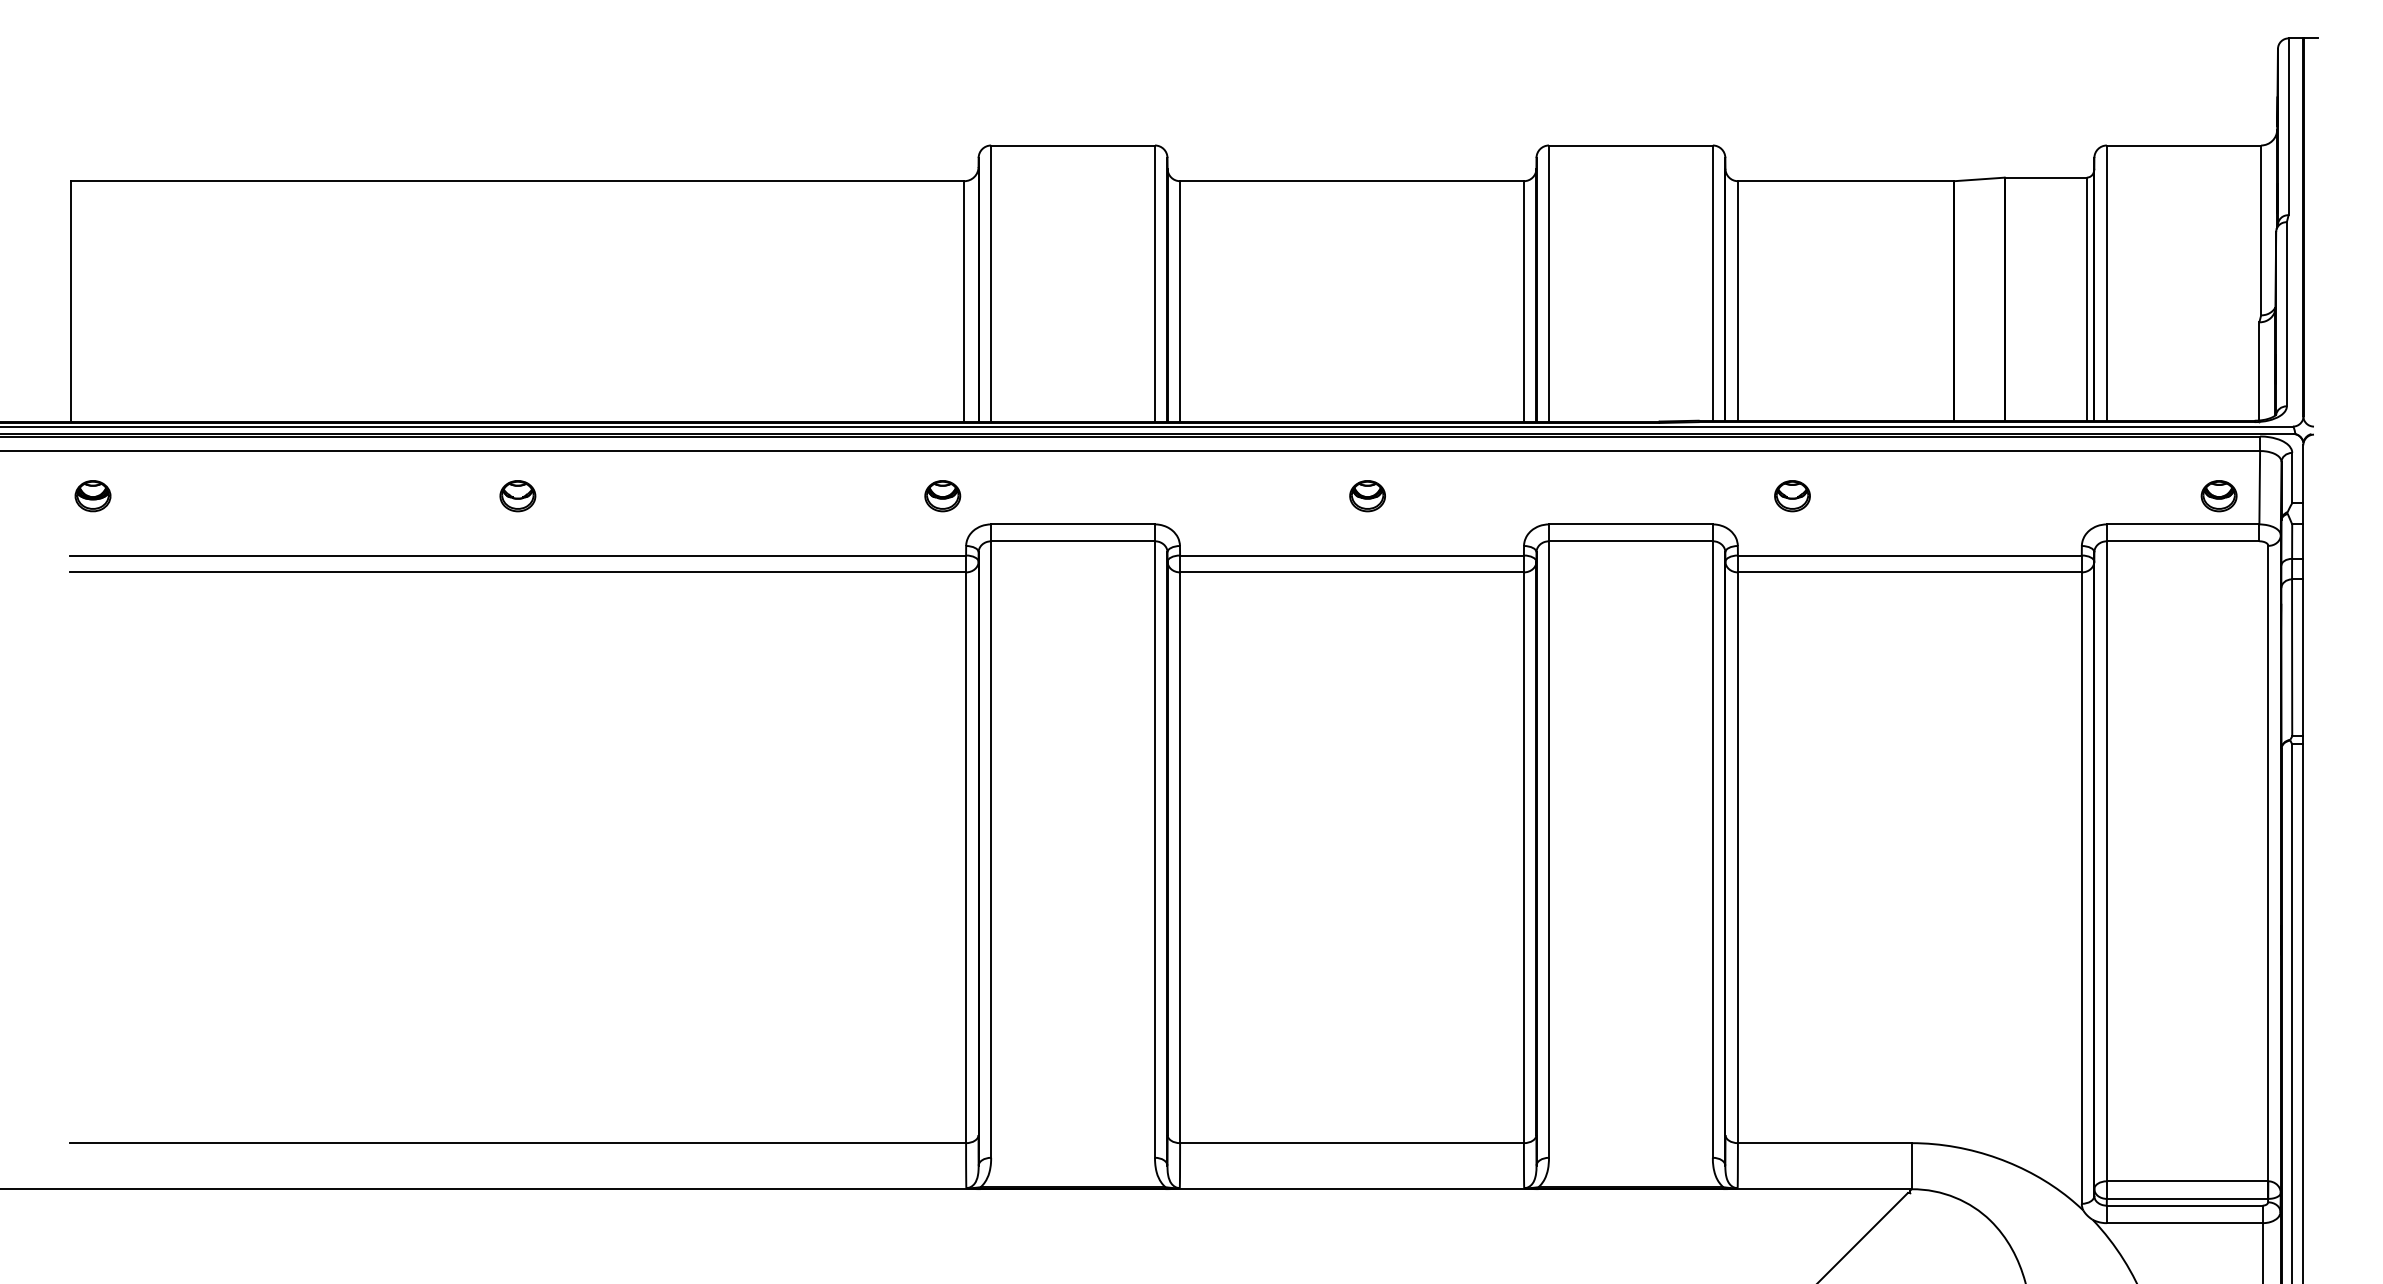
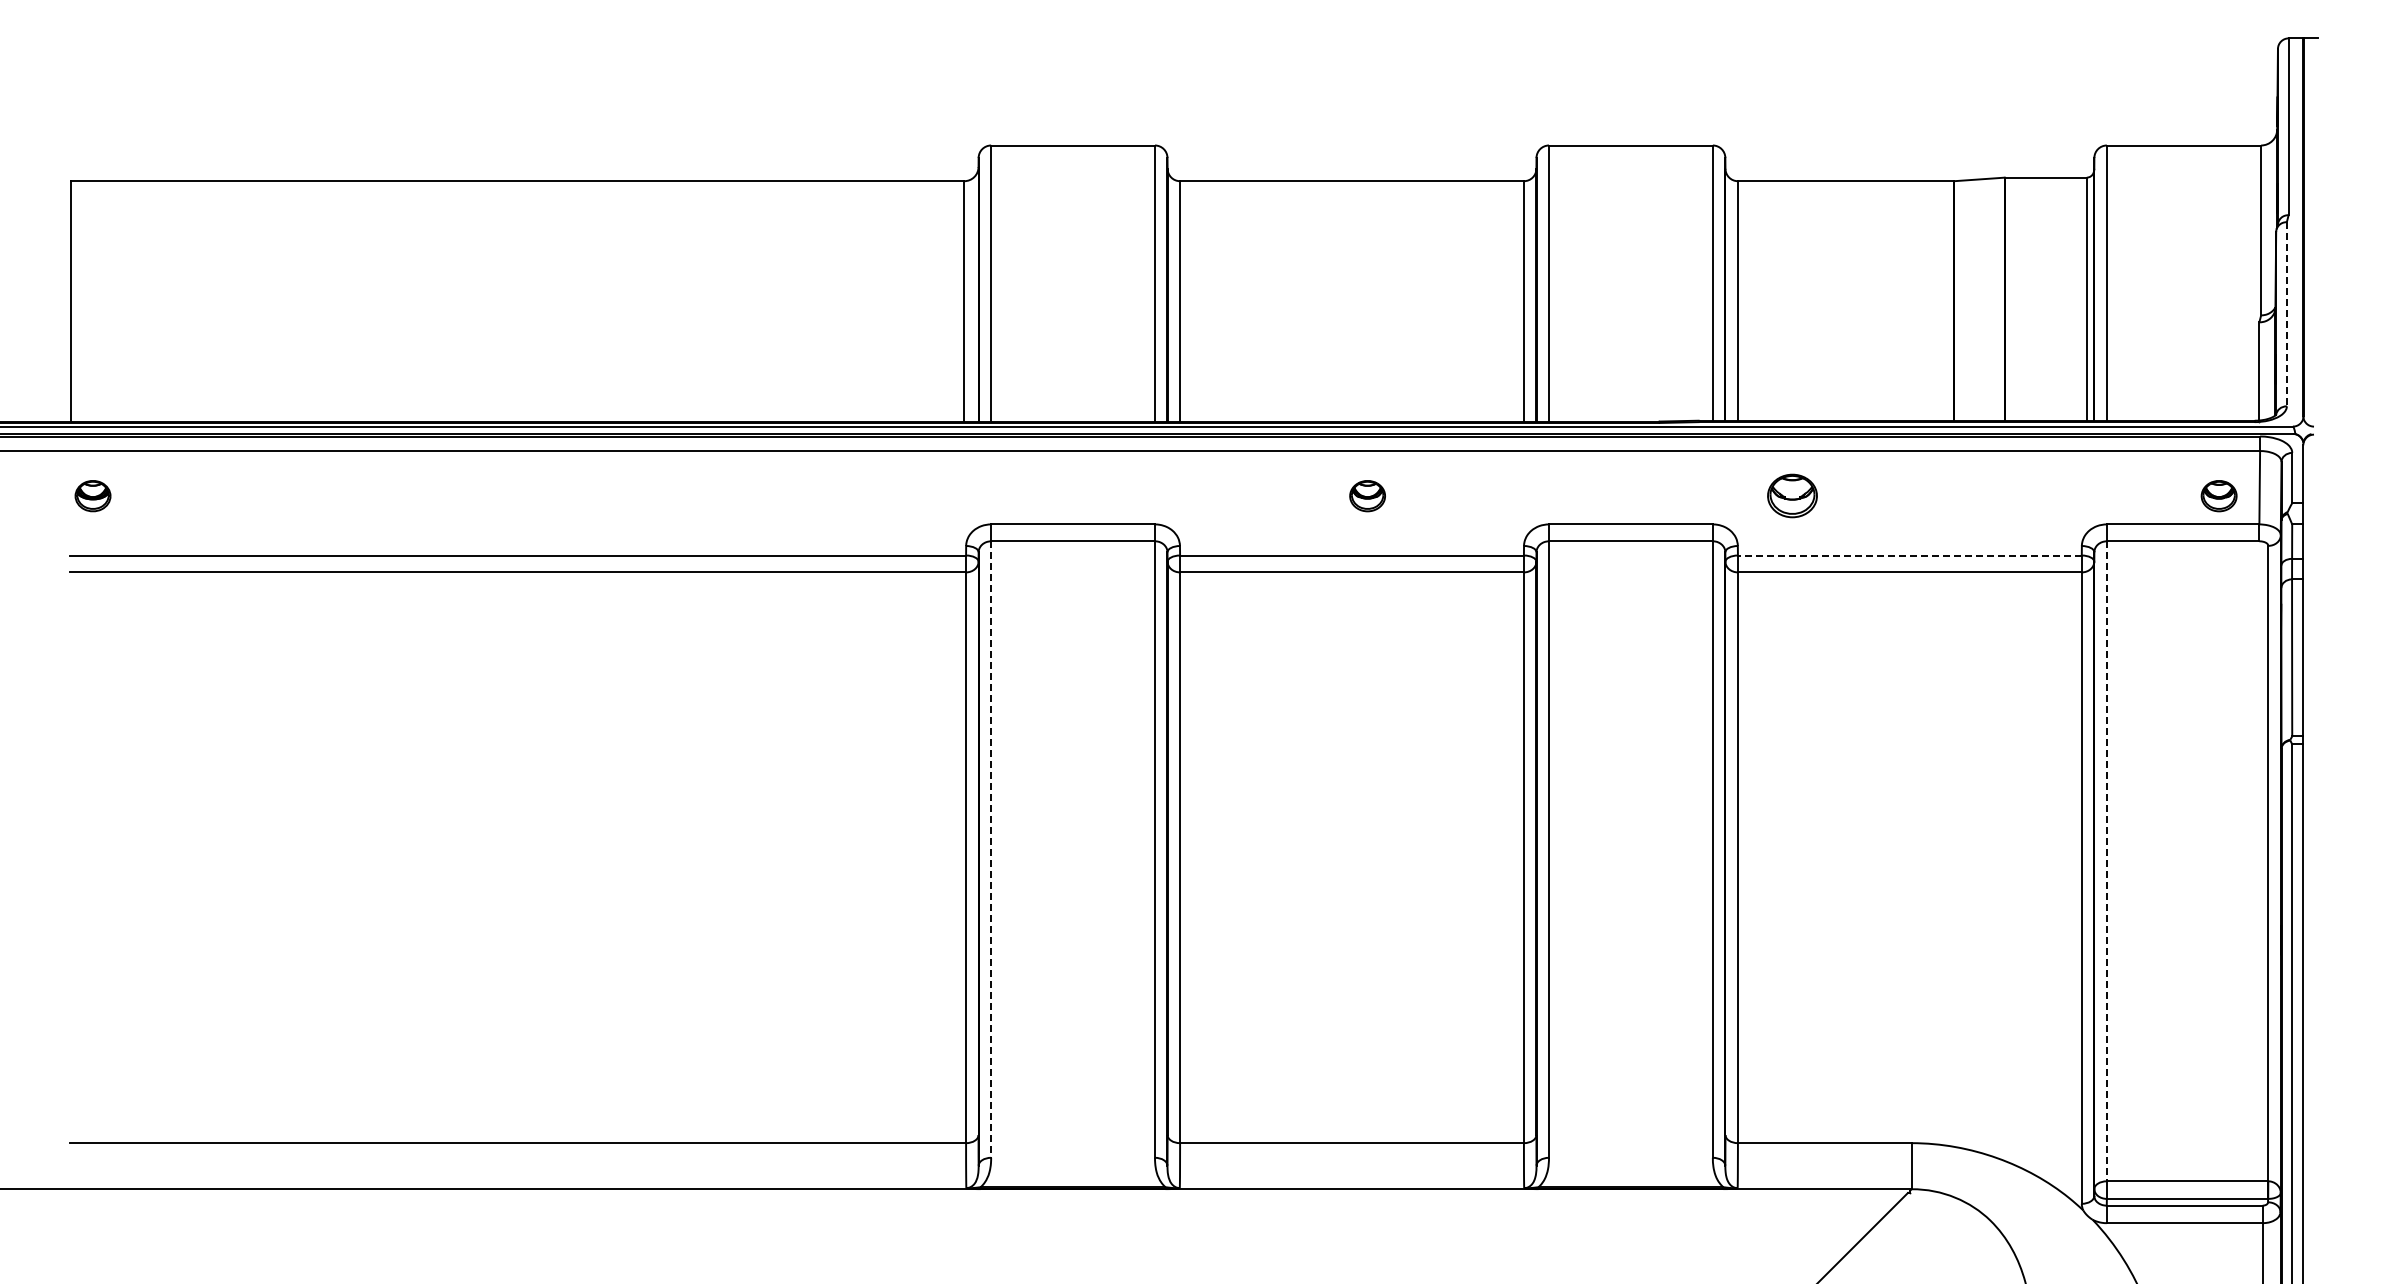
line at (2286, 314): solid -> dashed
part at (517, 496): present -> none
part at (942, 496): present -> none
part at (1792, 496) size: 37x33 px -> 51x46 px
line at (1909, 555): solid -> dashed
line at (991, 850): solid -> dashed
line at (2106, 861): solid -> dashed
